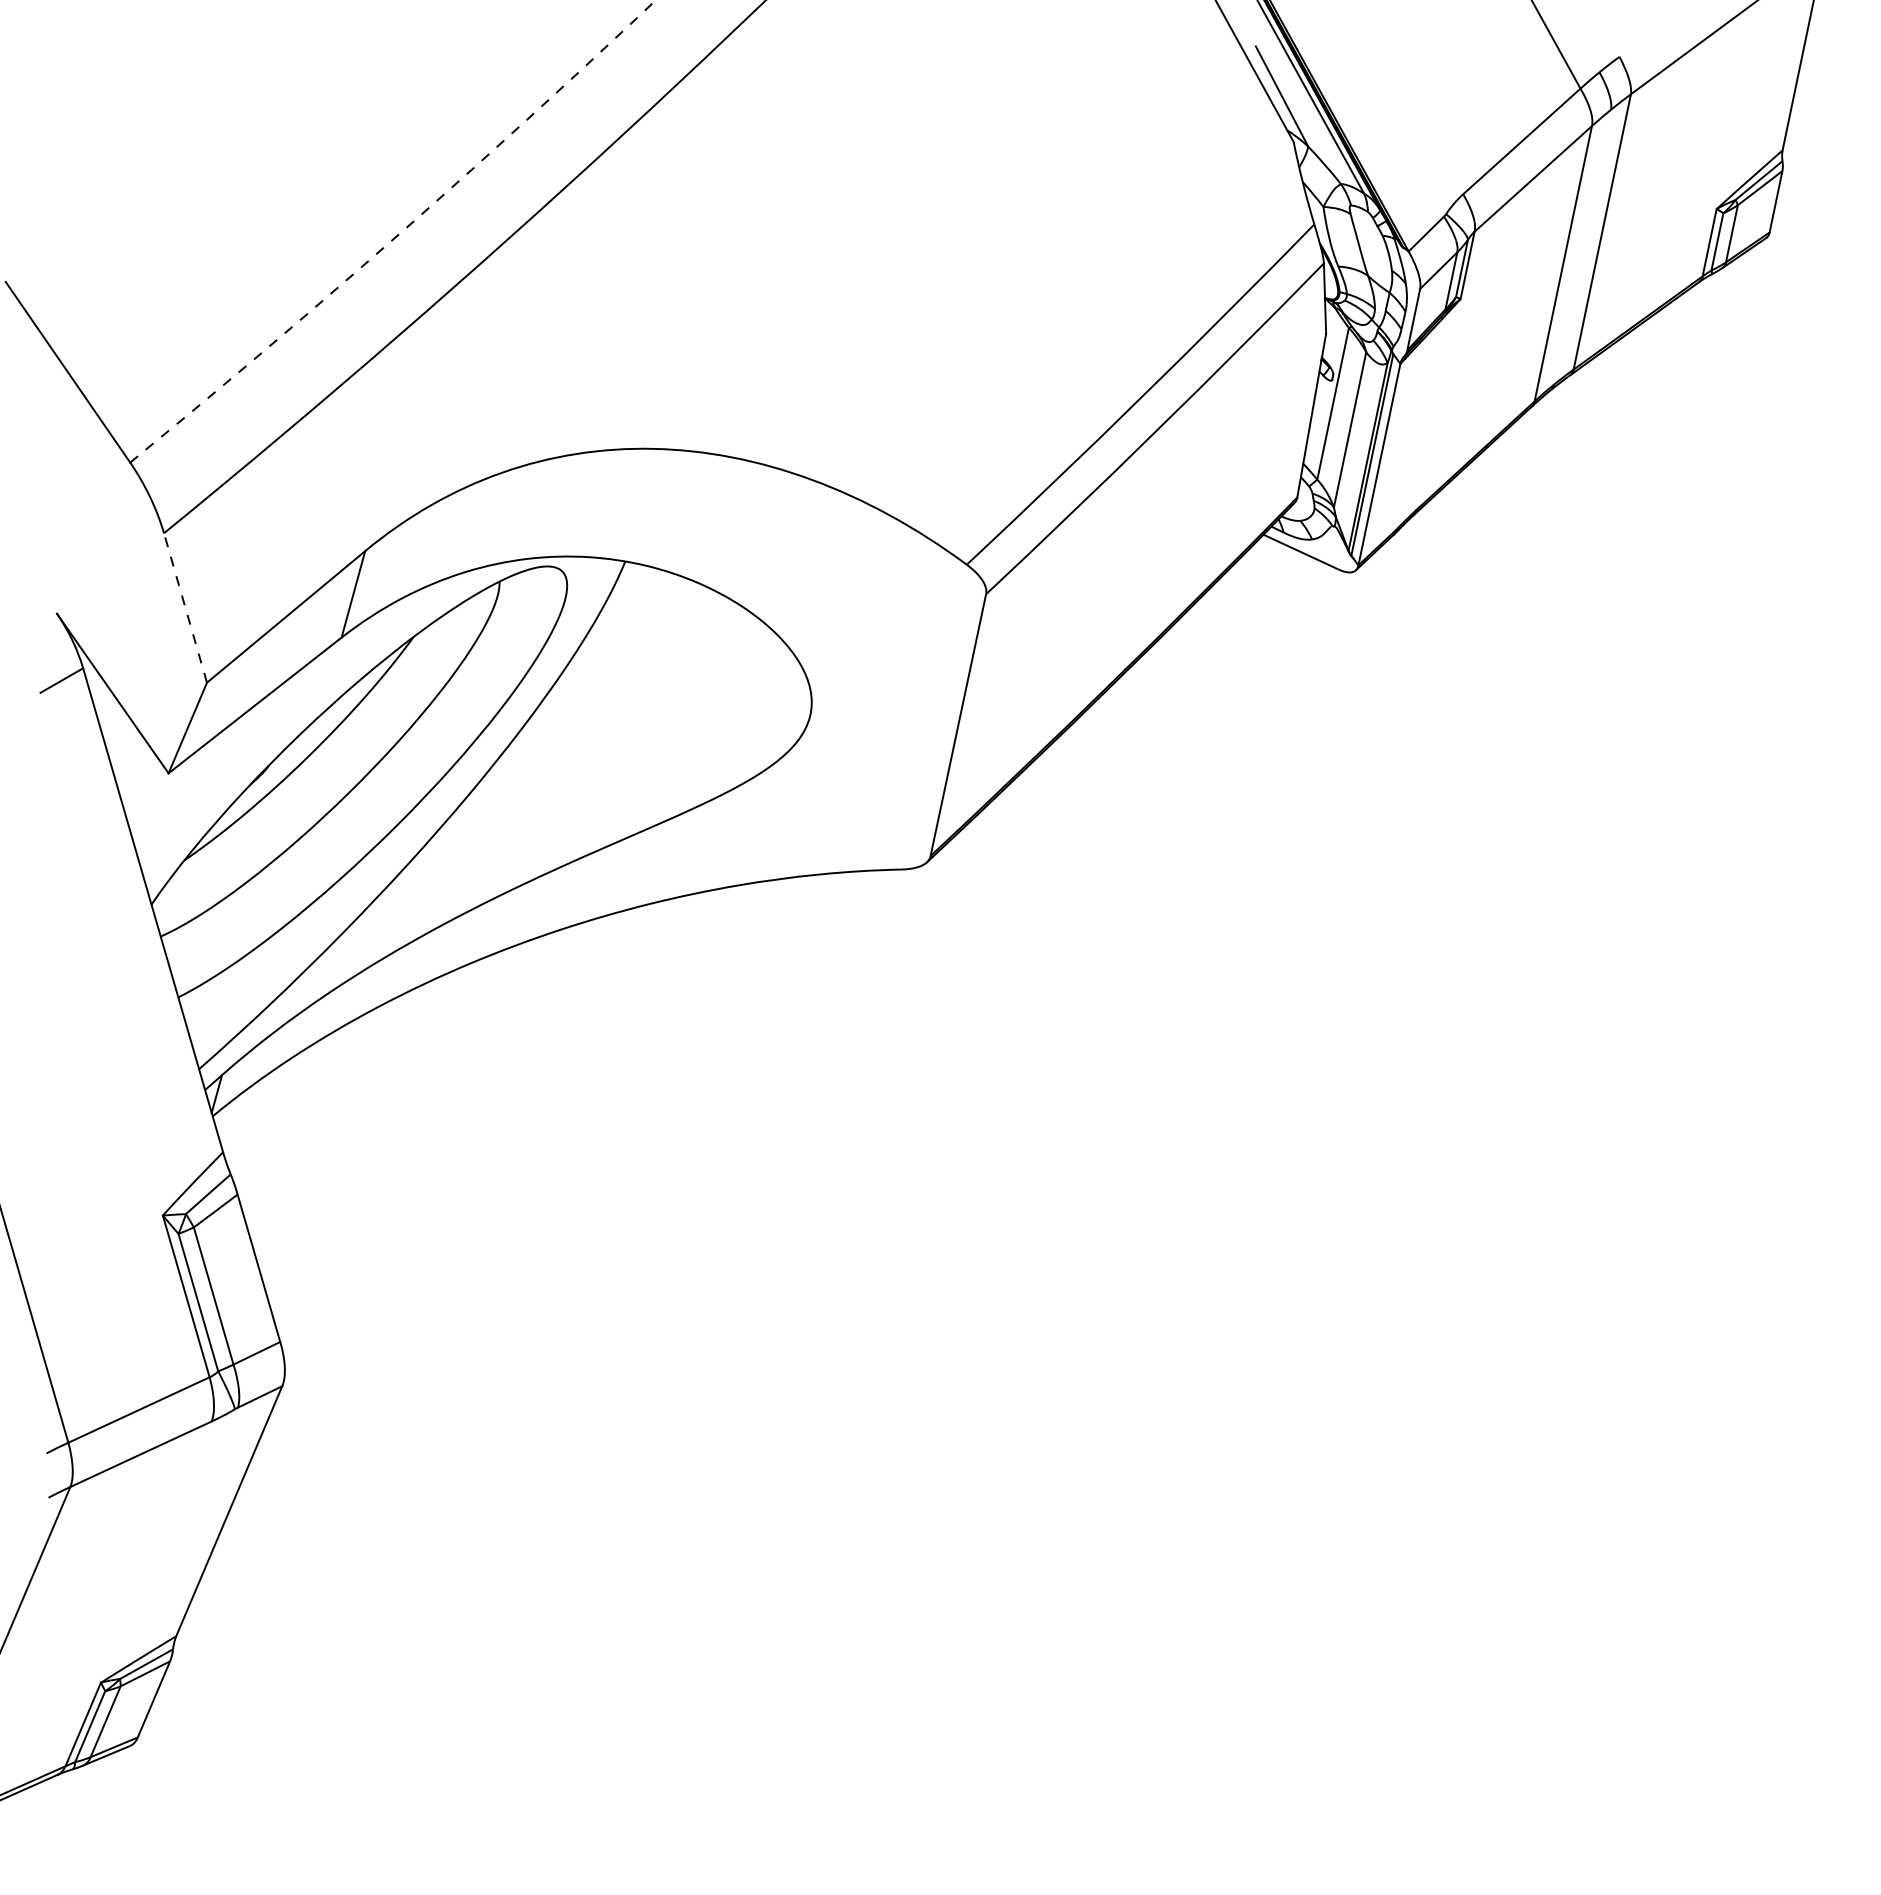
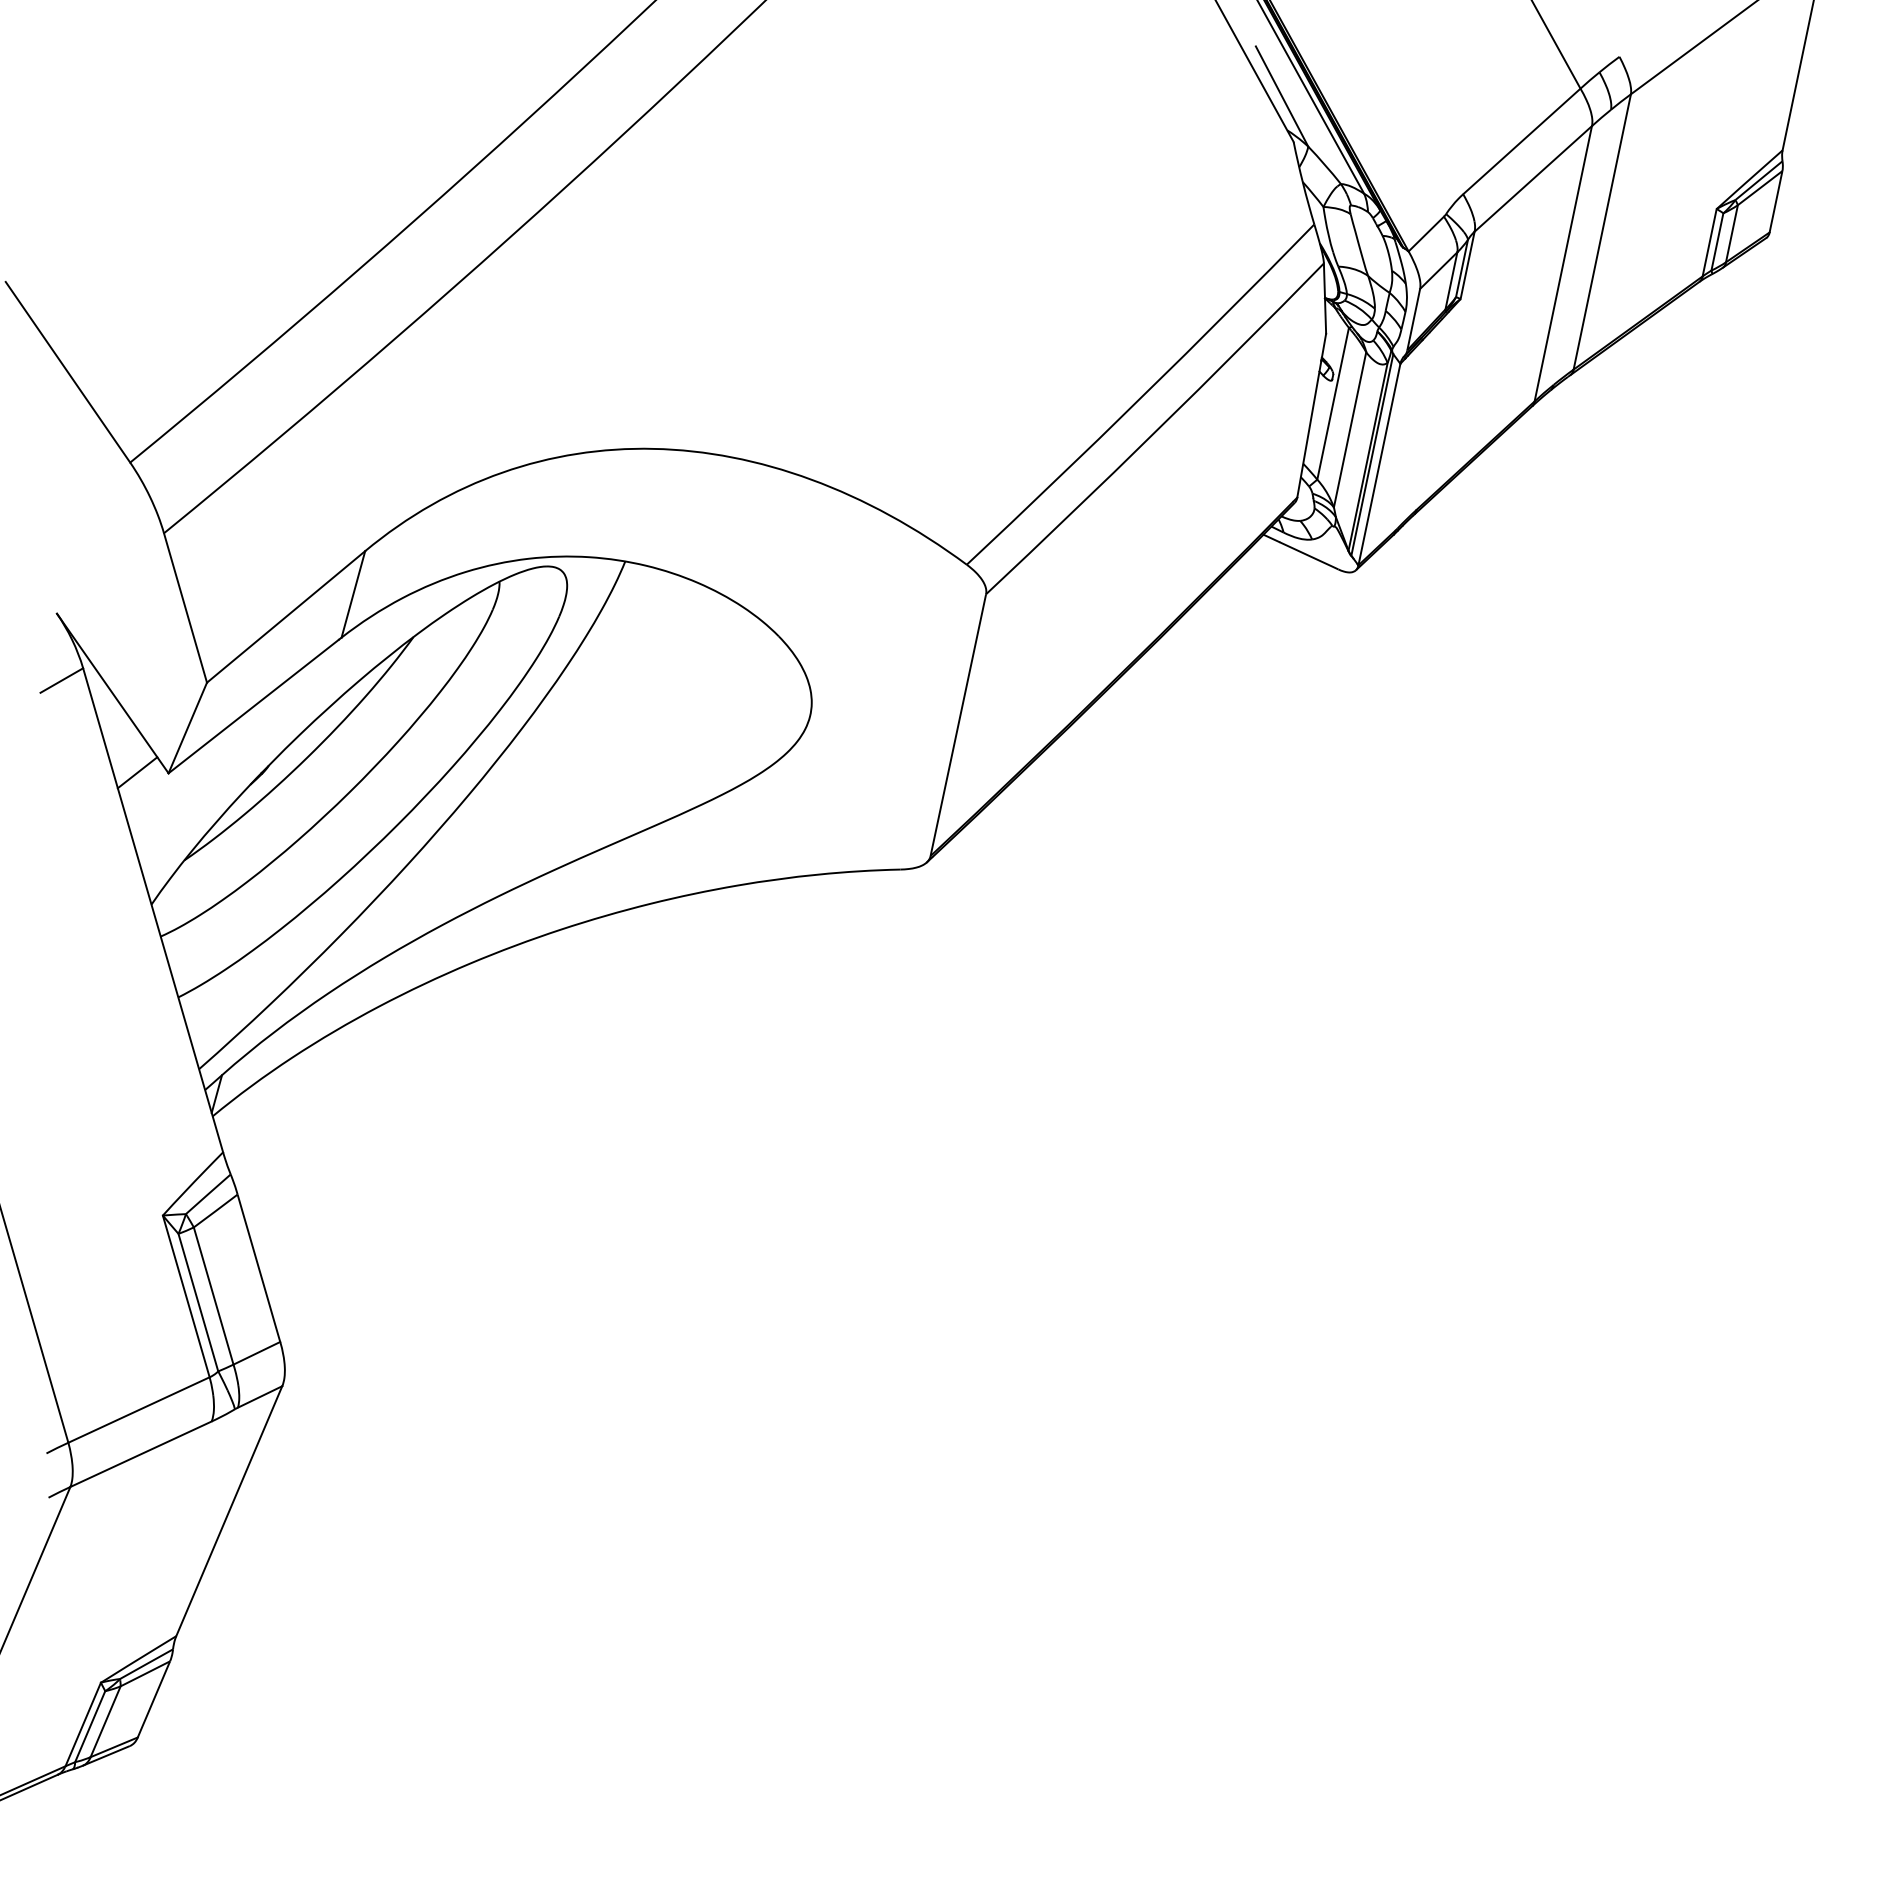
arc at (397, 235): dashed -> solid
line at (185, 607): dashed -> solid
line at (137, 772): none -> present
